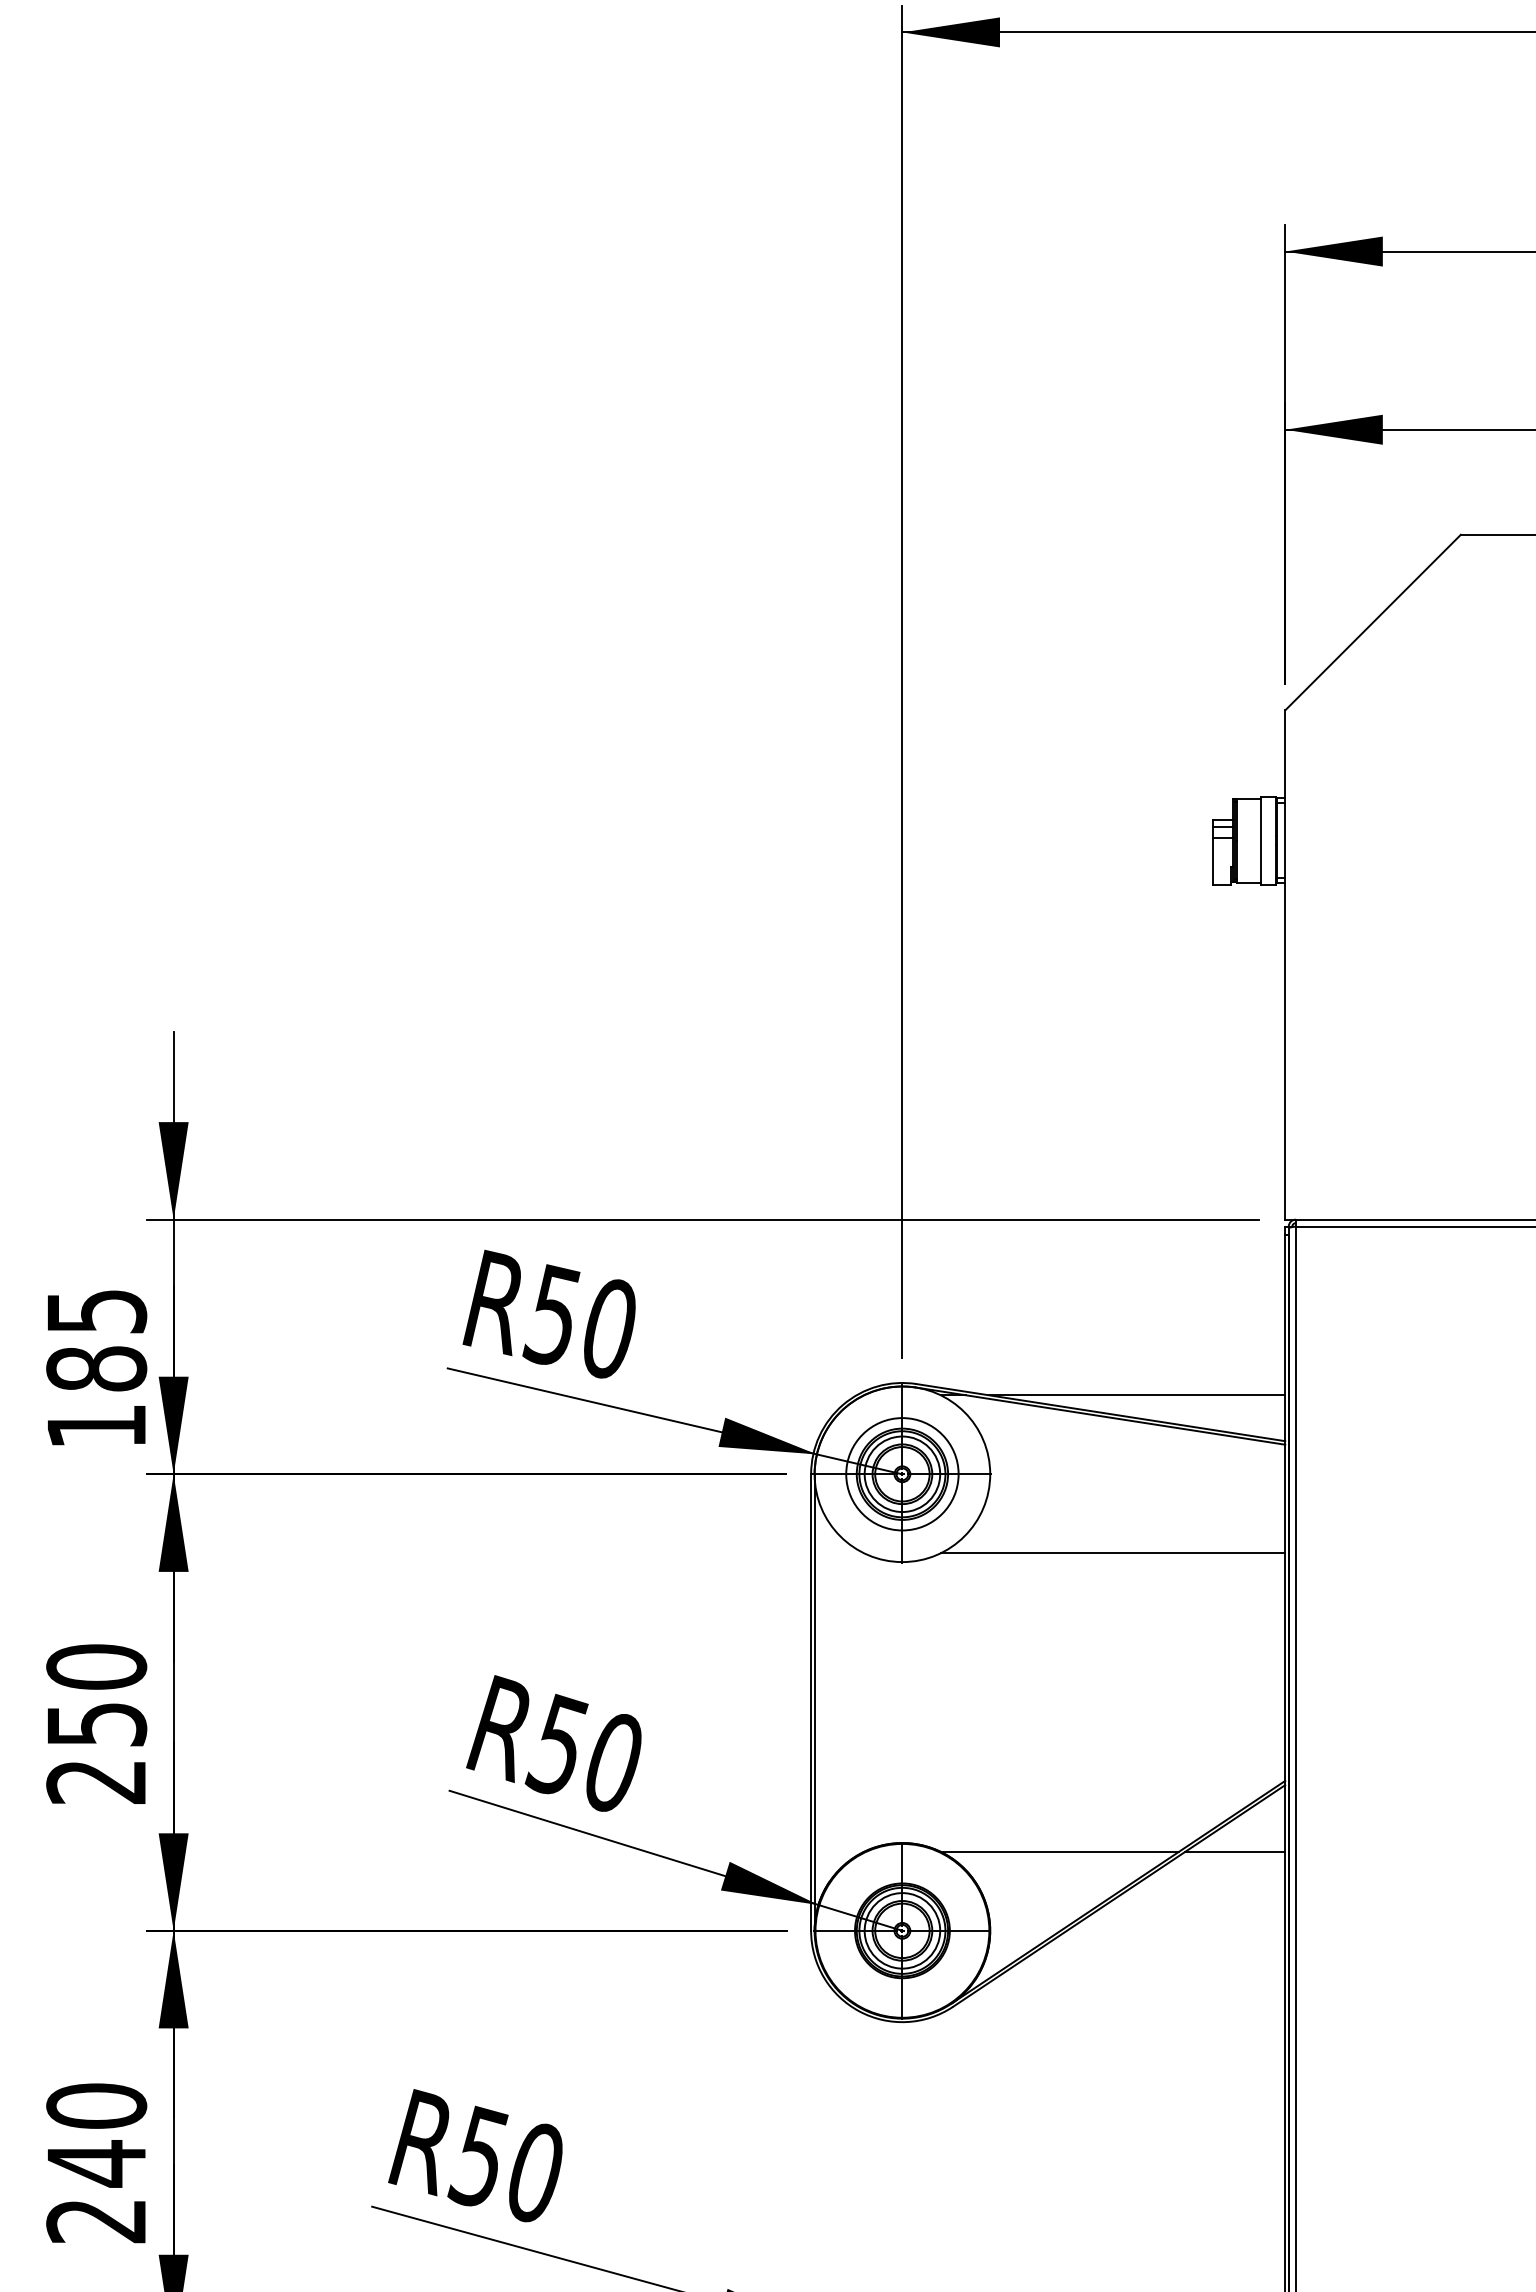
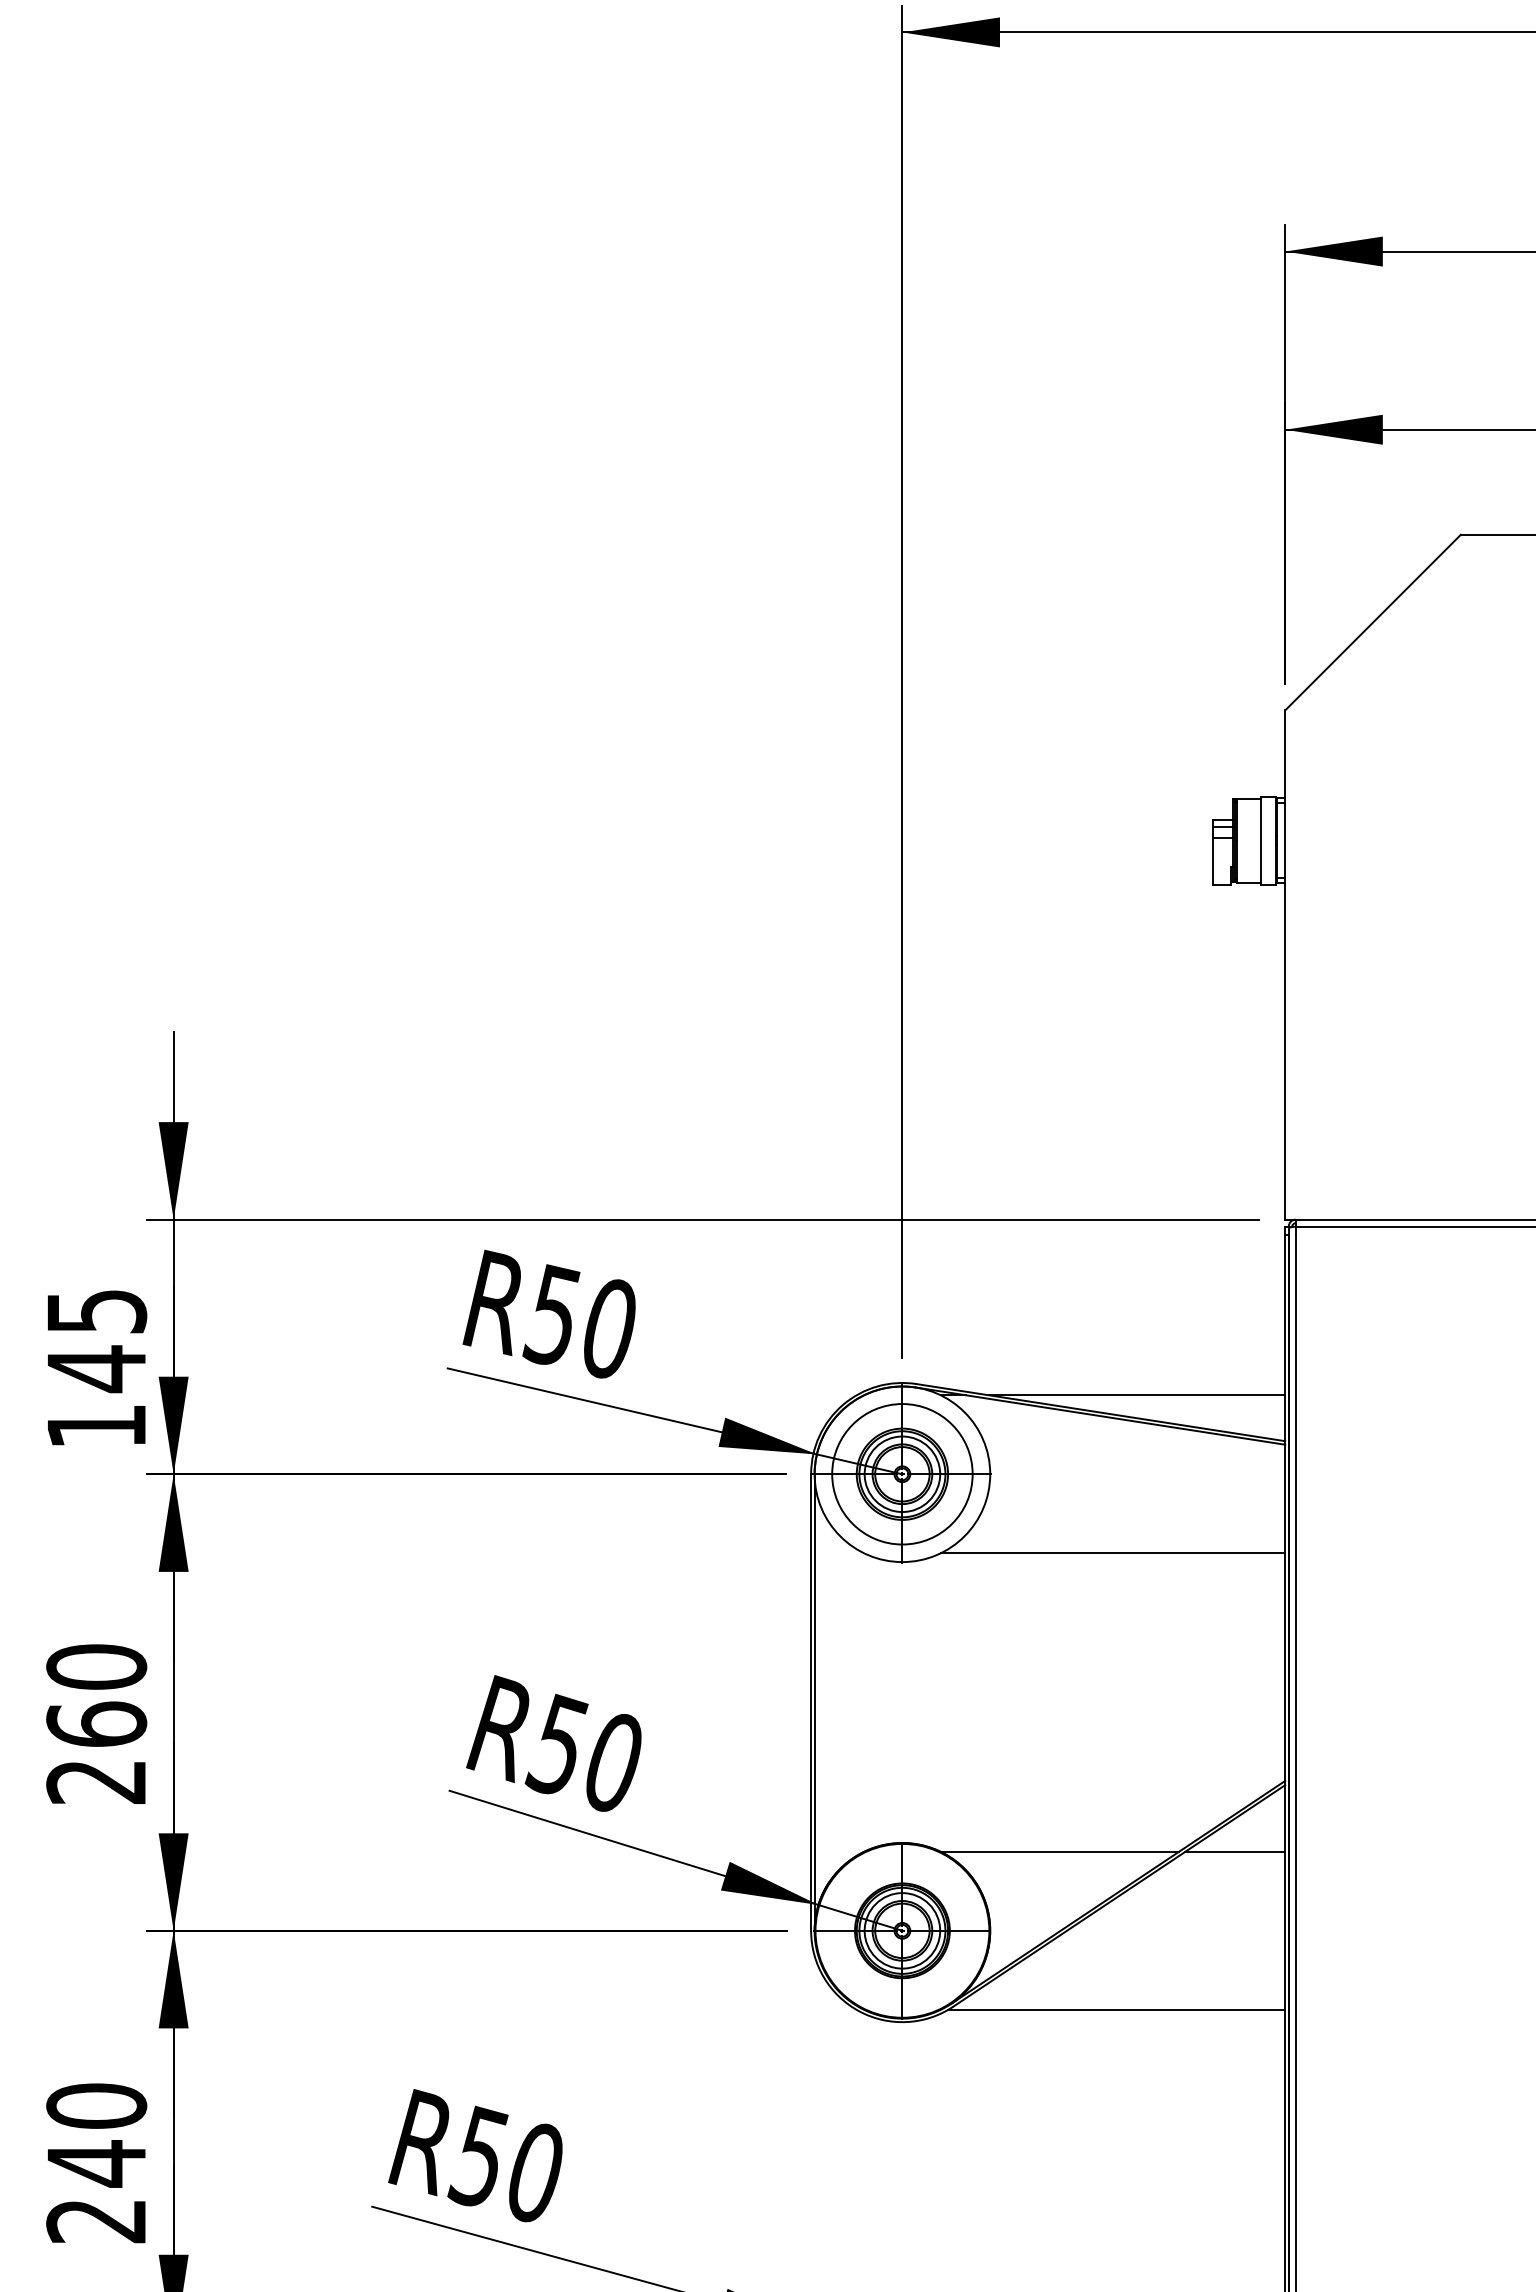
text at (96, 1369): 185 -> 145
circle at (902, 1474) diameter: 112 px -> 140 px
text at (96, 1723): 250 -> 260
line at (1116, 2009): none -> present
